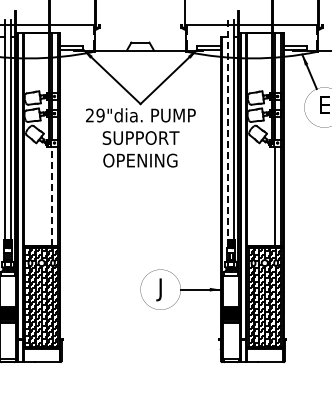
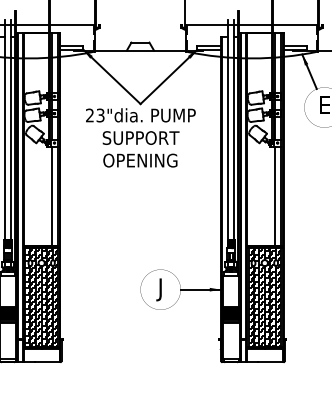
text at (100, 115): 29"dia. -> 23"dia.
line at (228, 130): dashed -> solid
line at (51, 196): dashed -> solid
